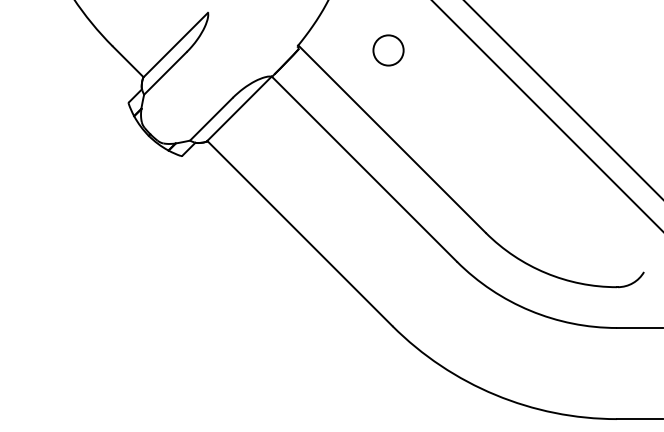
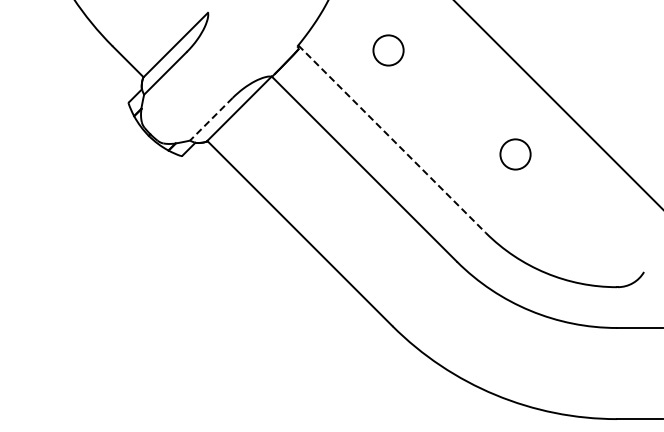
line at (562, 99) position: (562, 99) -> (557, 104)
line at (547, 115): present -> none
line at (211, 119): solid -> dashed
line at (392, 139): solid -> dashed
circle at (515, 154): none -> present
